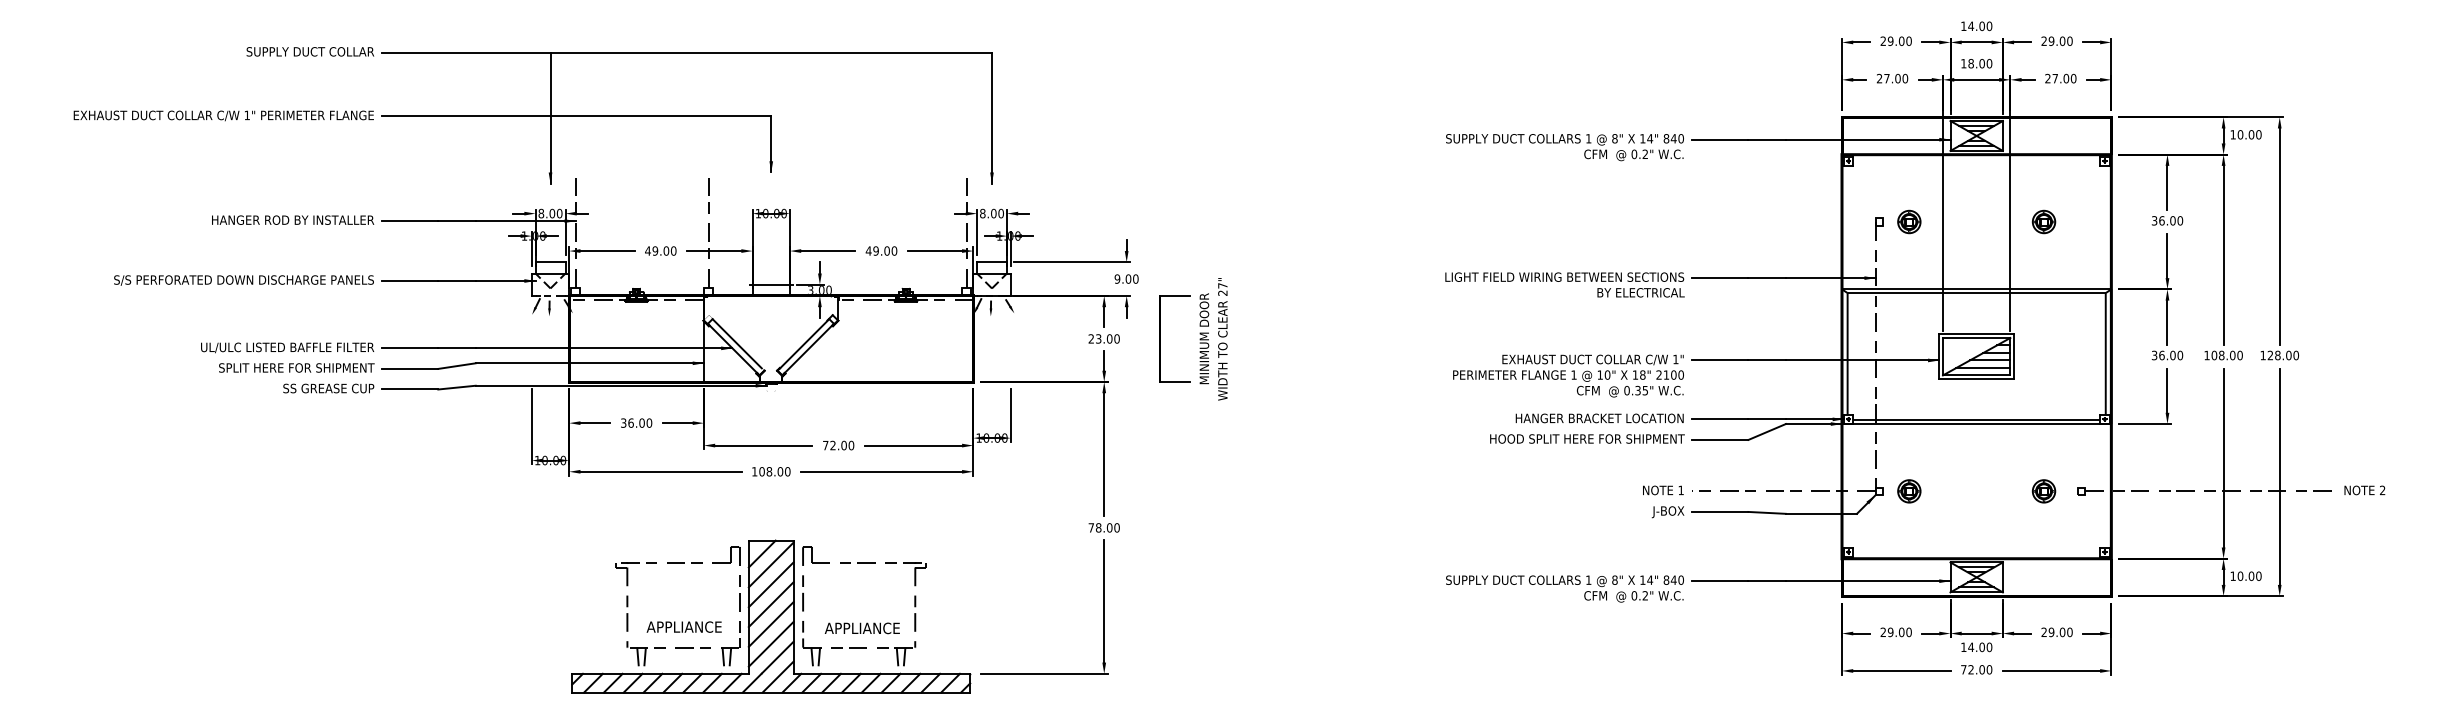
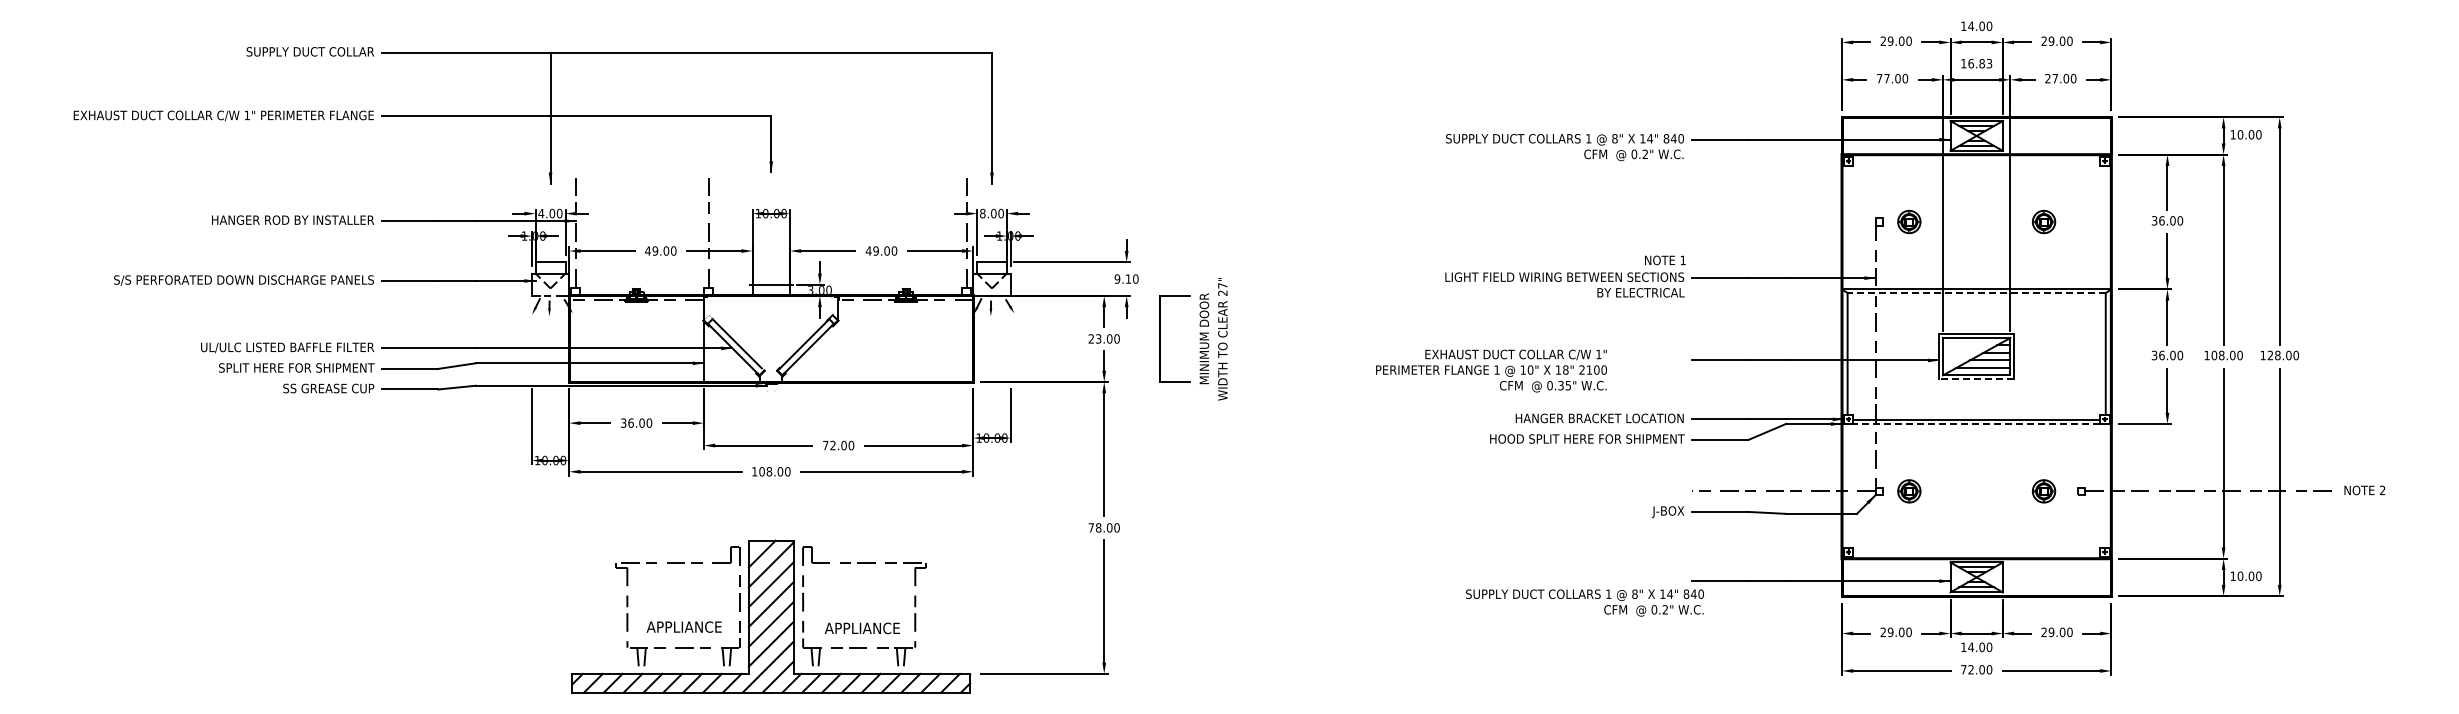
text at (1980, 63): 18.00 -> 16.83
text at (1879, 78): 27.00 -> 77.00
text at (541, 213): 8.00 -> 4.00
text at (1128, 278): 9.00 -> 9.10
line at (1976, 293): solid -> dashed
text at (1568, 375) position: (1568, 375) -> (1491, 370)
line at (1976, 379): solid -> dashed
line at (1976, 424): solid -> dashed
text at (1663, 490) position: (1663, 490) -> (1665, 260)
text at (1564, 588) position: (1564, 588) -> (1584, 602)
